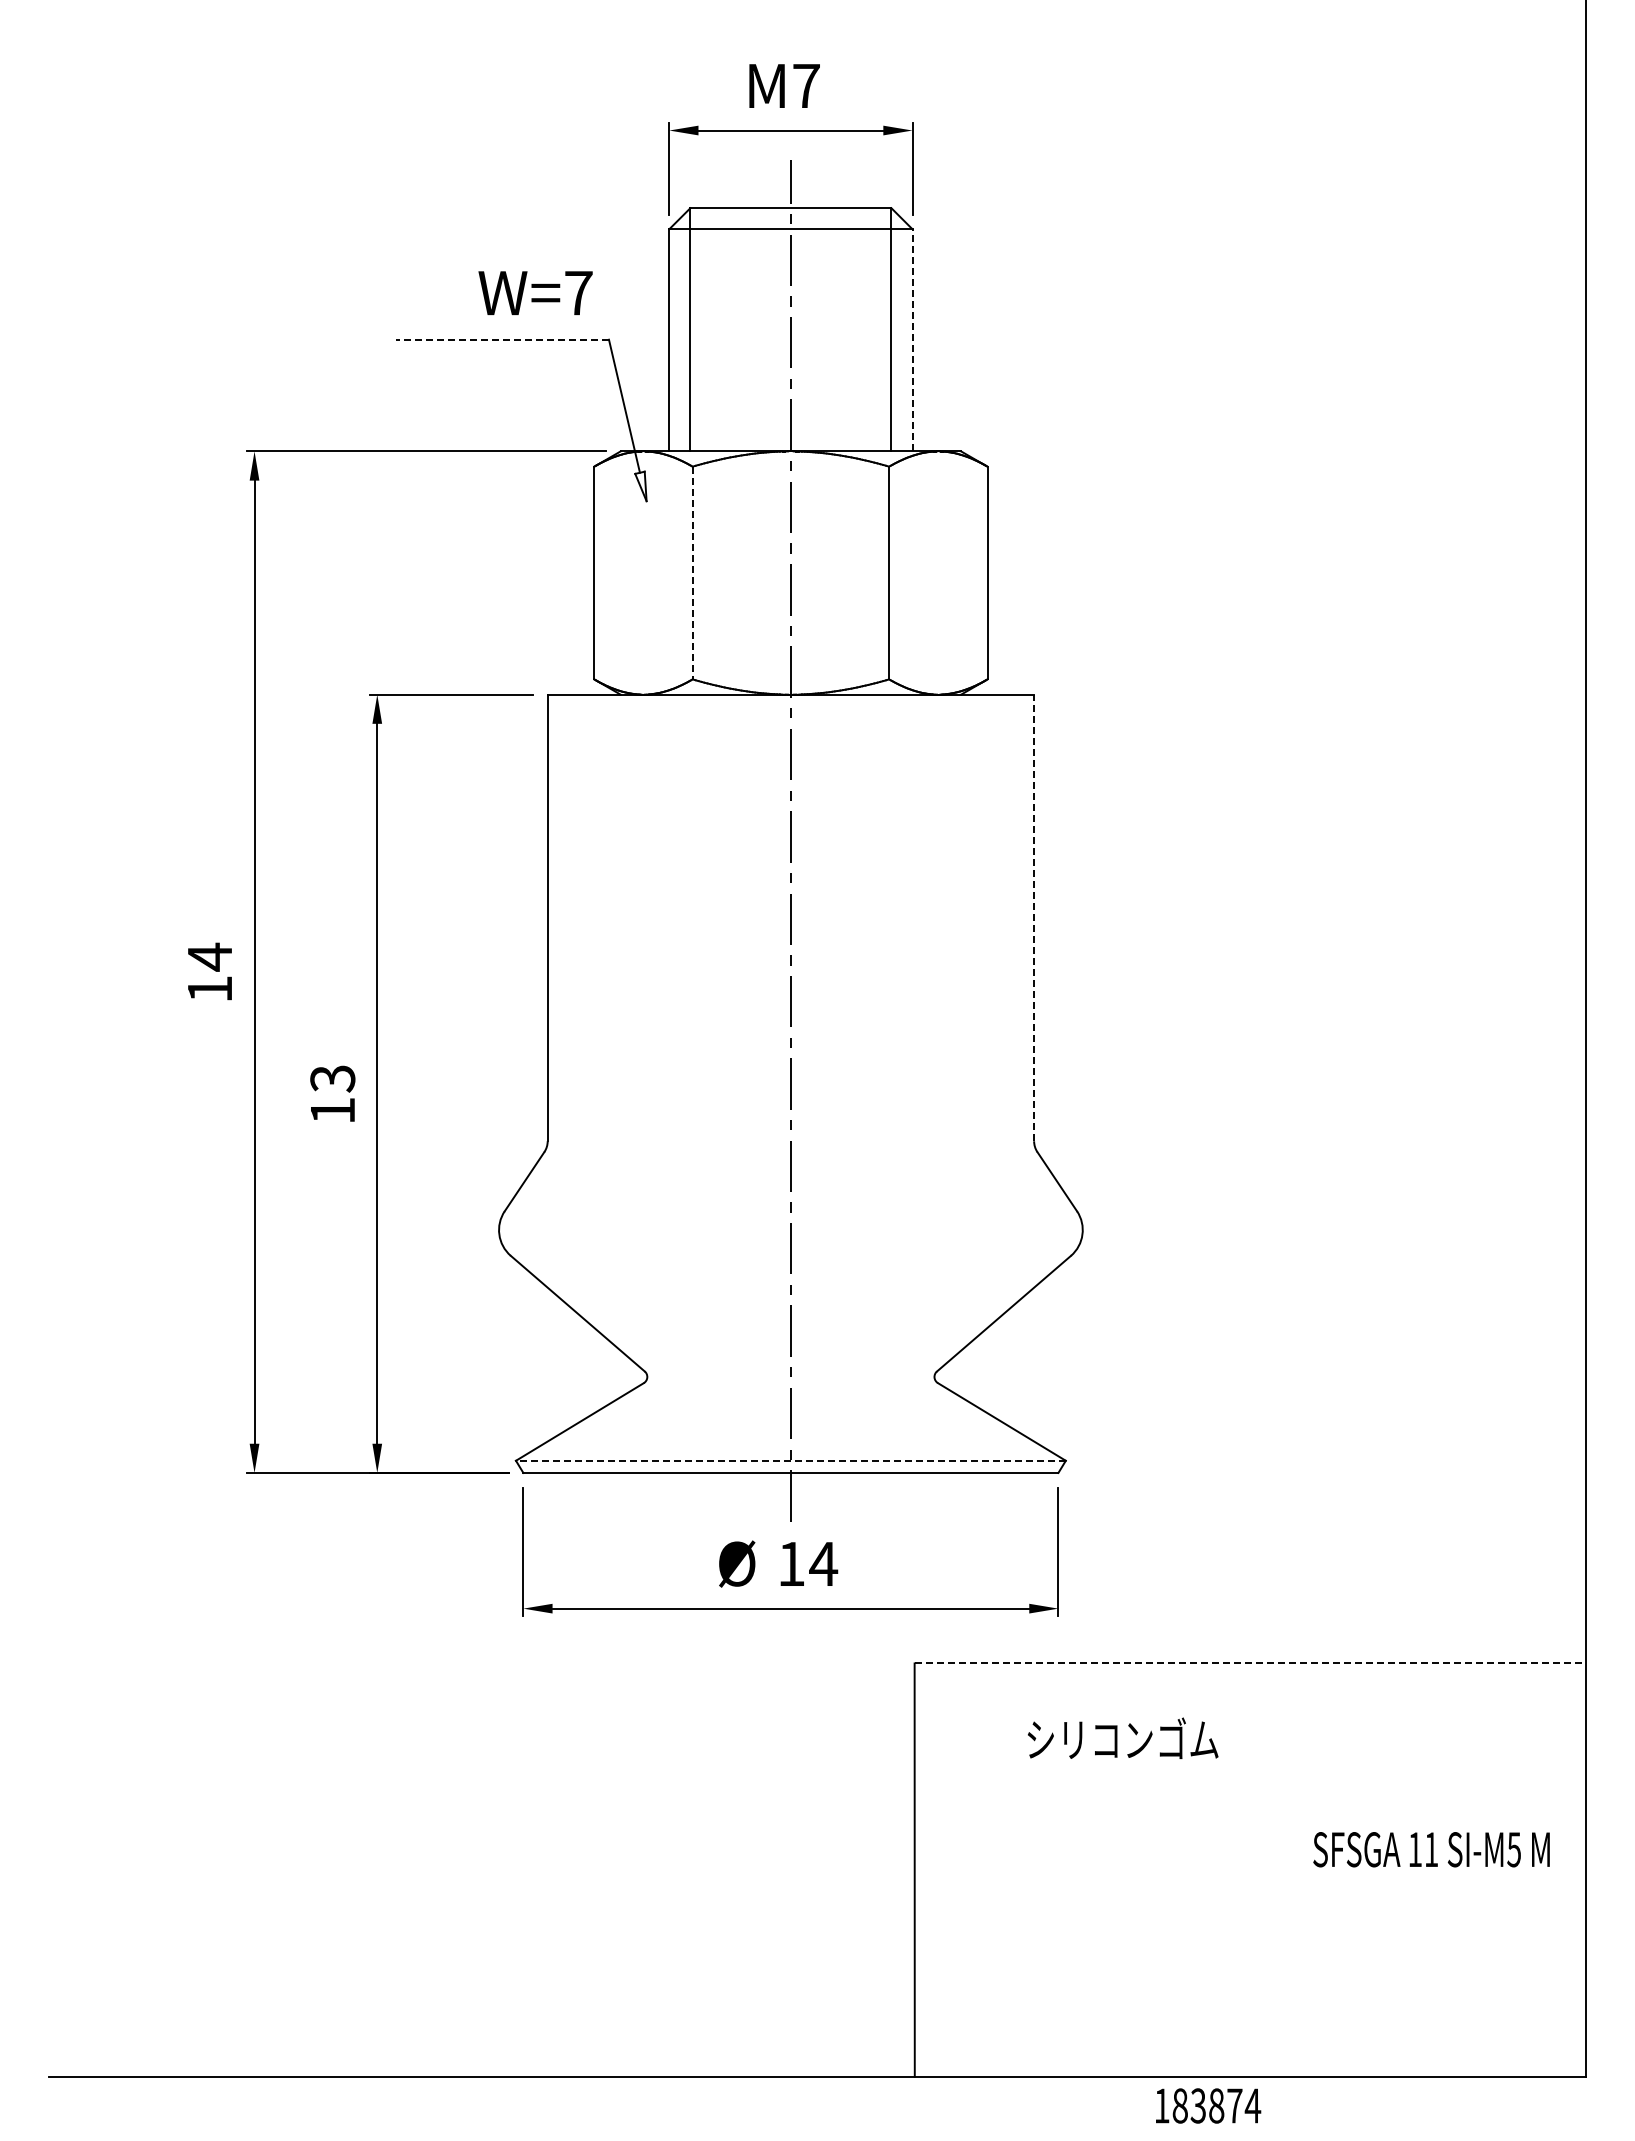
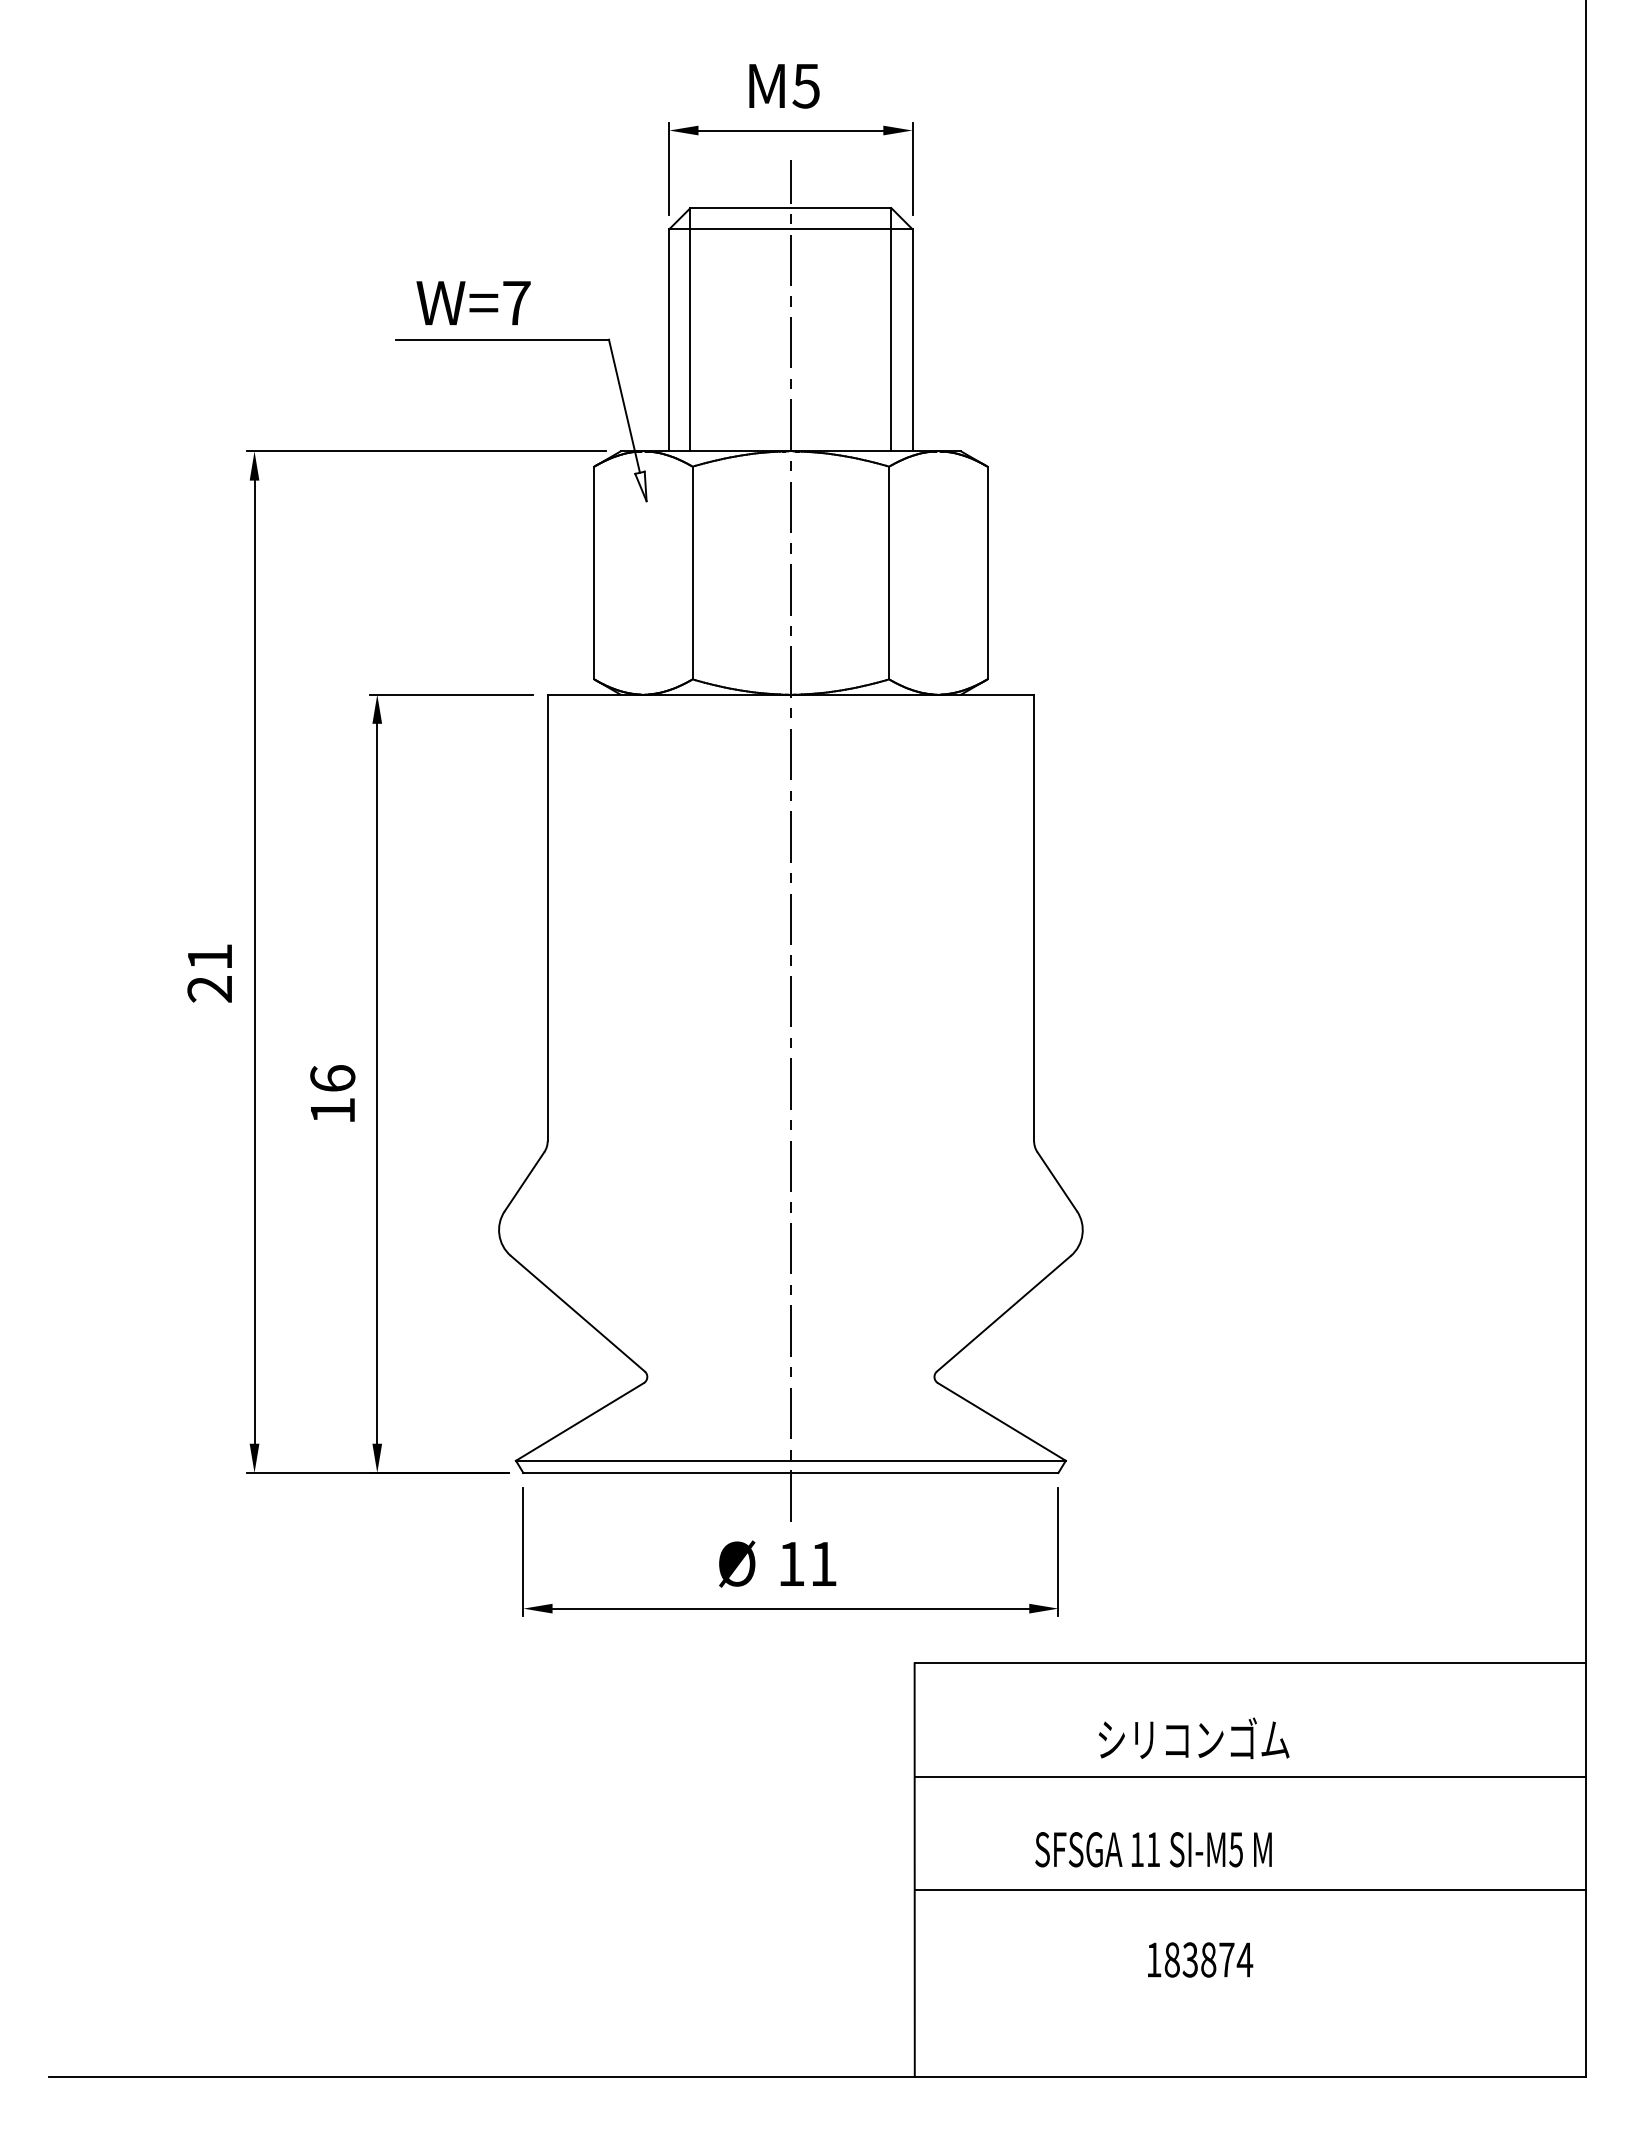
text at (805, 86): M7 -> M5
text at (535, 292) position: (535, 292) -> (473, 302)
line at (502, 339): dashed -> solid
line at (912, 339): dashed -> solid
line at (692, 573): dashed -> solid
line at (1034, 917): dashed -> solid
text at (209, 972): 14 -> 21
text at (332, 1078): 13 -> 16
line at (790, 1460): dashed -> solid
text at (823, 1563): 14 -> 11
line at (1250, 1663): dashed -> solid
text at (1123, 1737) position: (1123, 1737) -> (1194, 1737)
line at (1249, 1776): none -> present
text at (1431, 1849) position: (1431, 1849) -> (1153, 1849)
line at (1249, 1890): none -> present
text at (1208, 2105) position: (1208, 2105) -> (1200, 1959)
